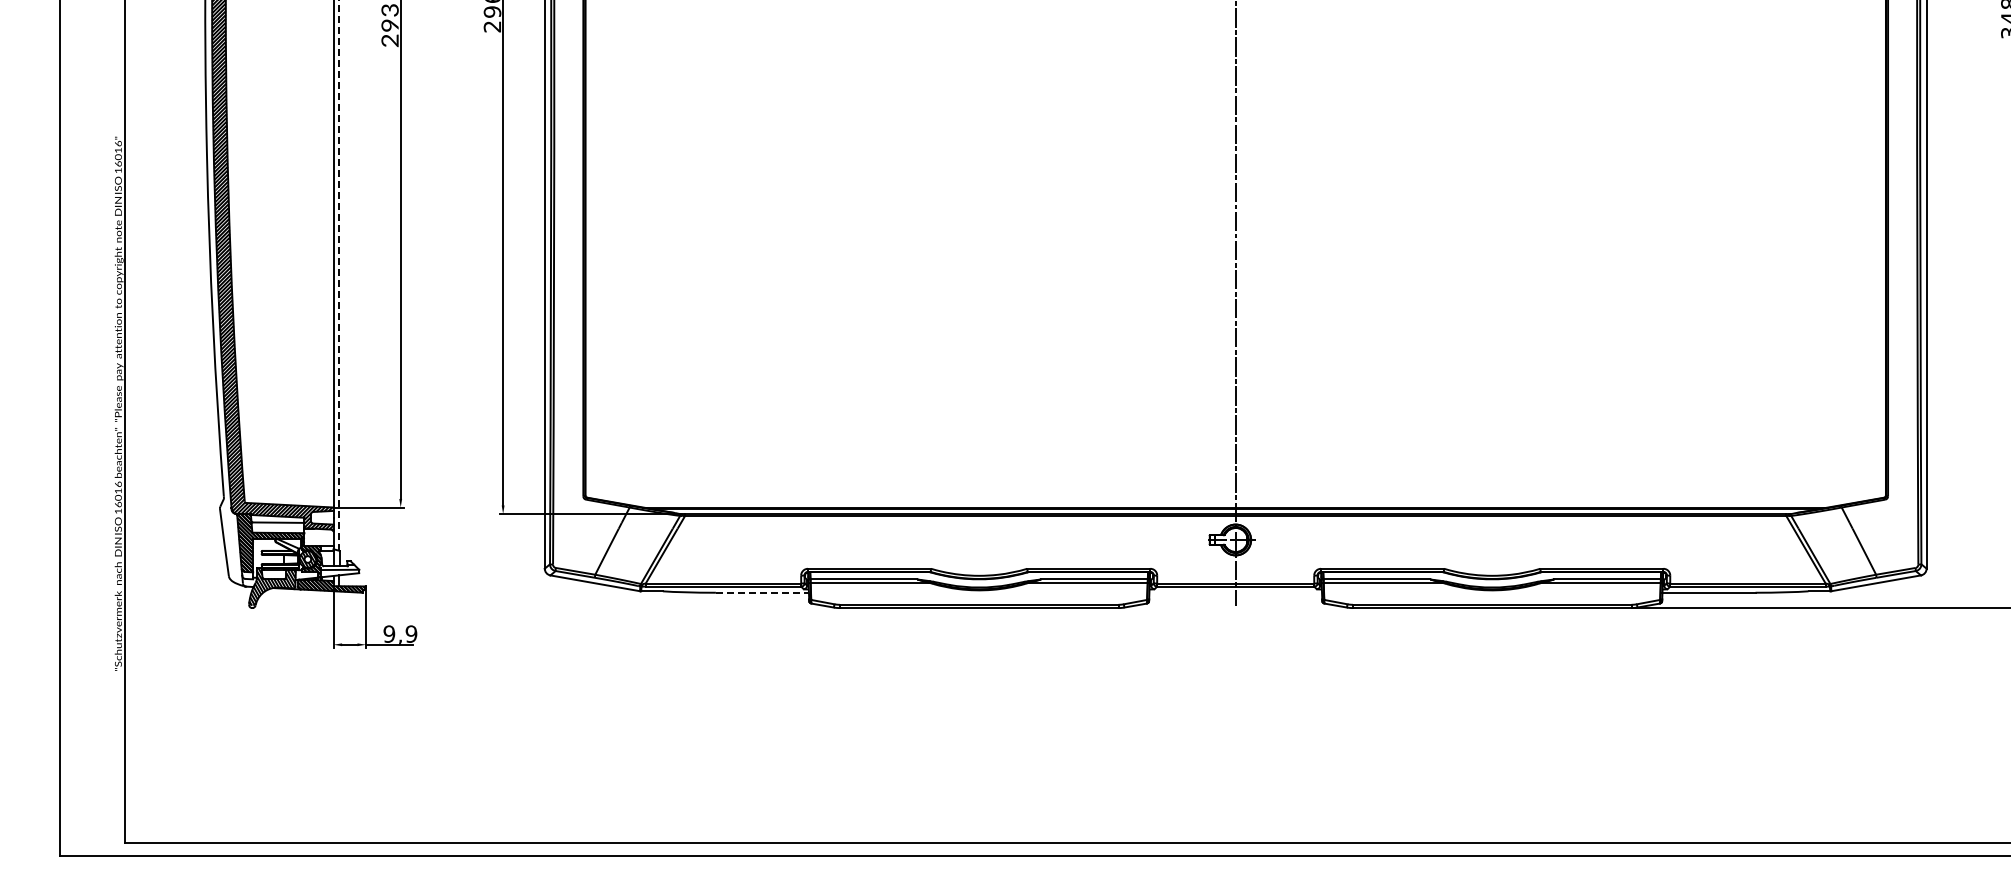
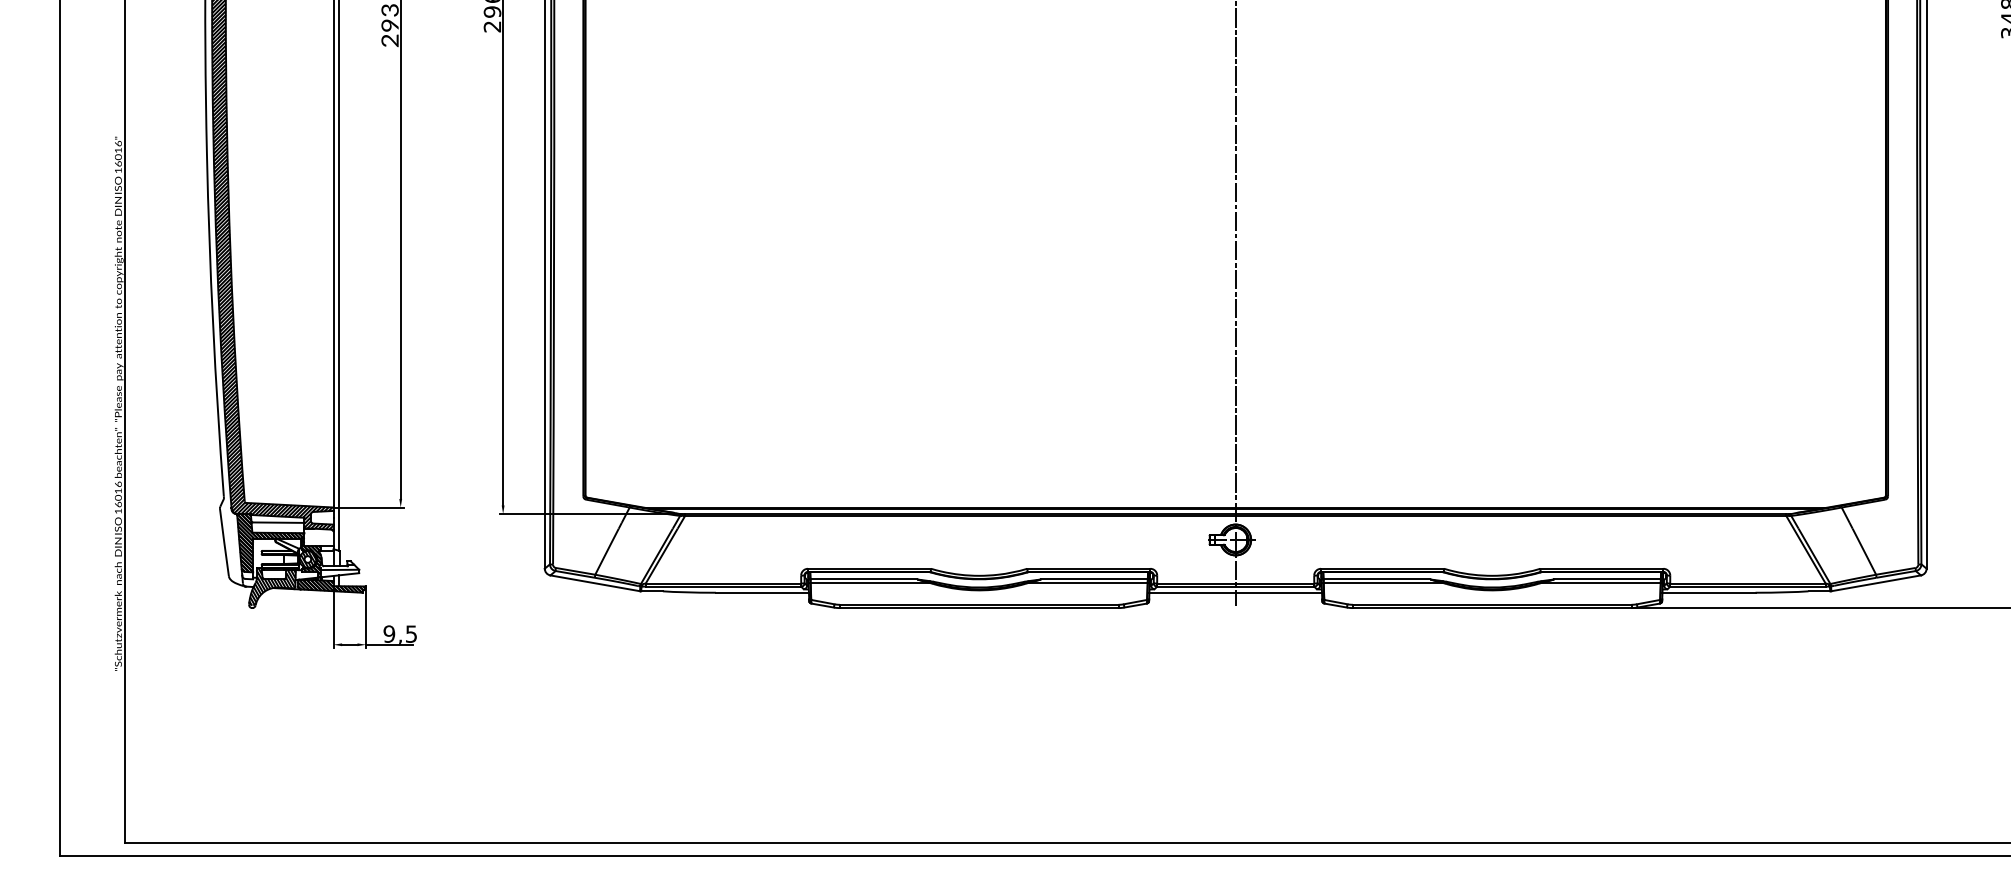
line at (338, 274): dashed -> solid
line at (762, 592): dashed -> solid
line at (1235, 592): none -> present
text at (411, 633): 9,9 -> 9,5
